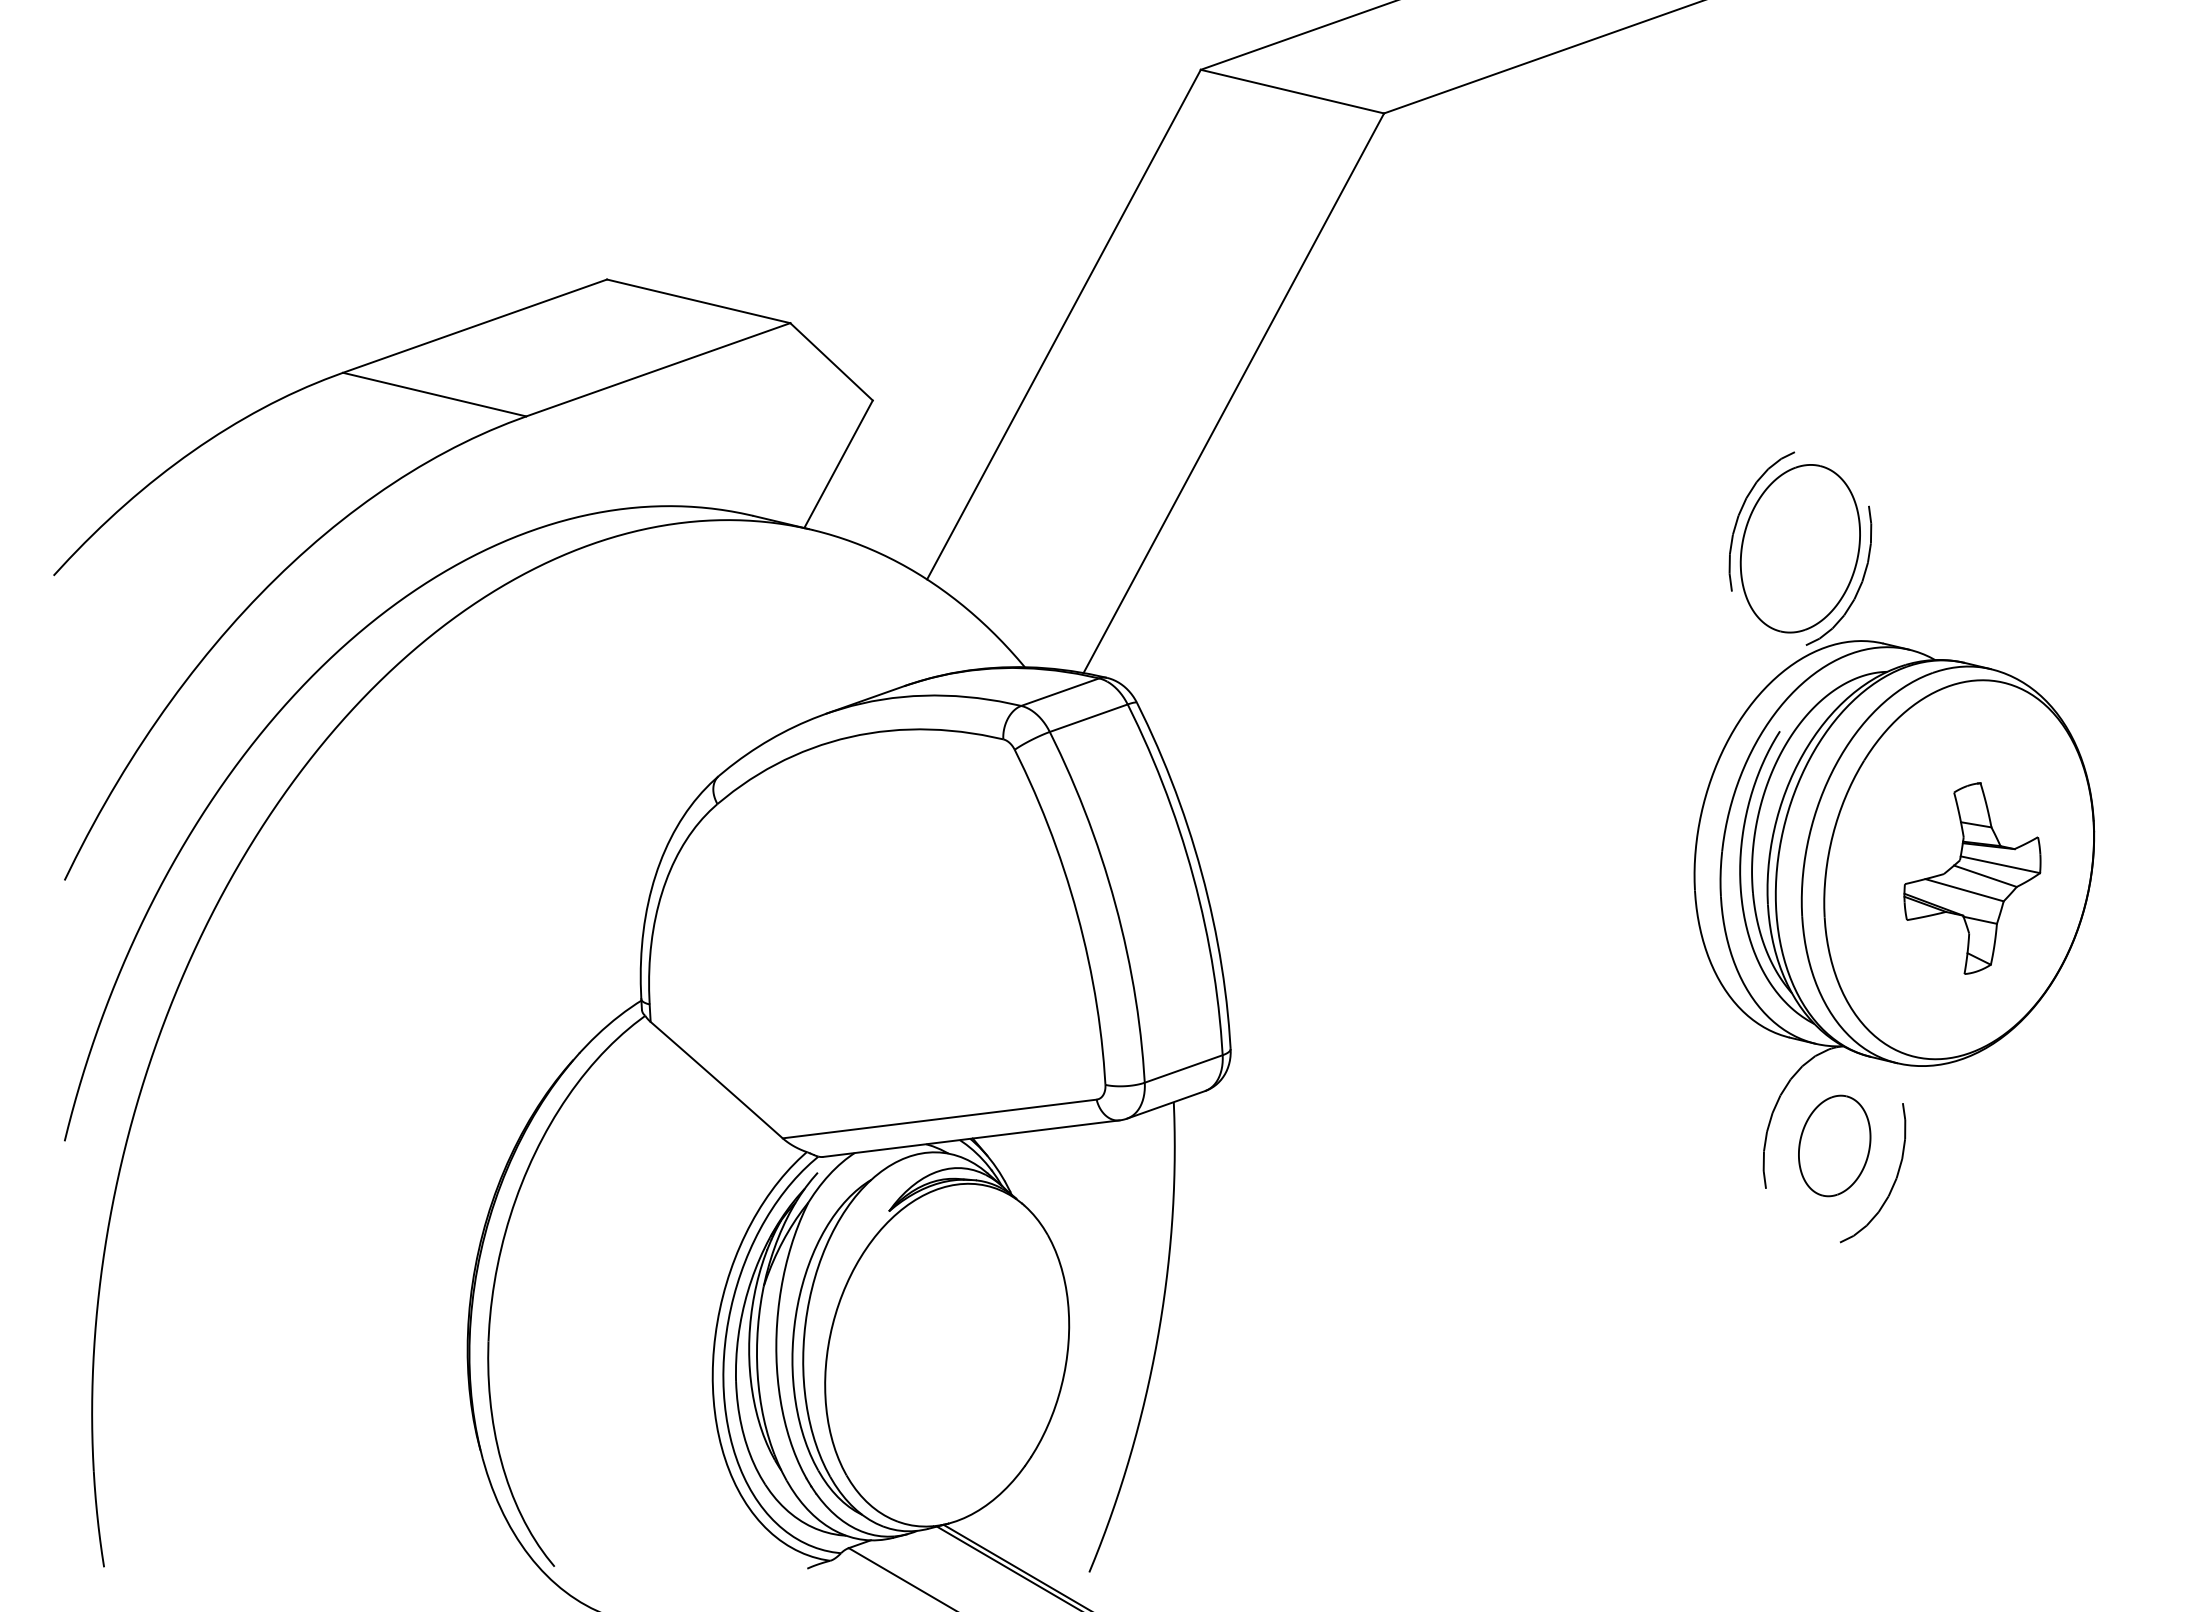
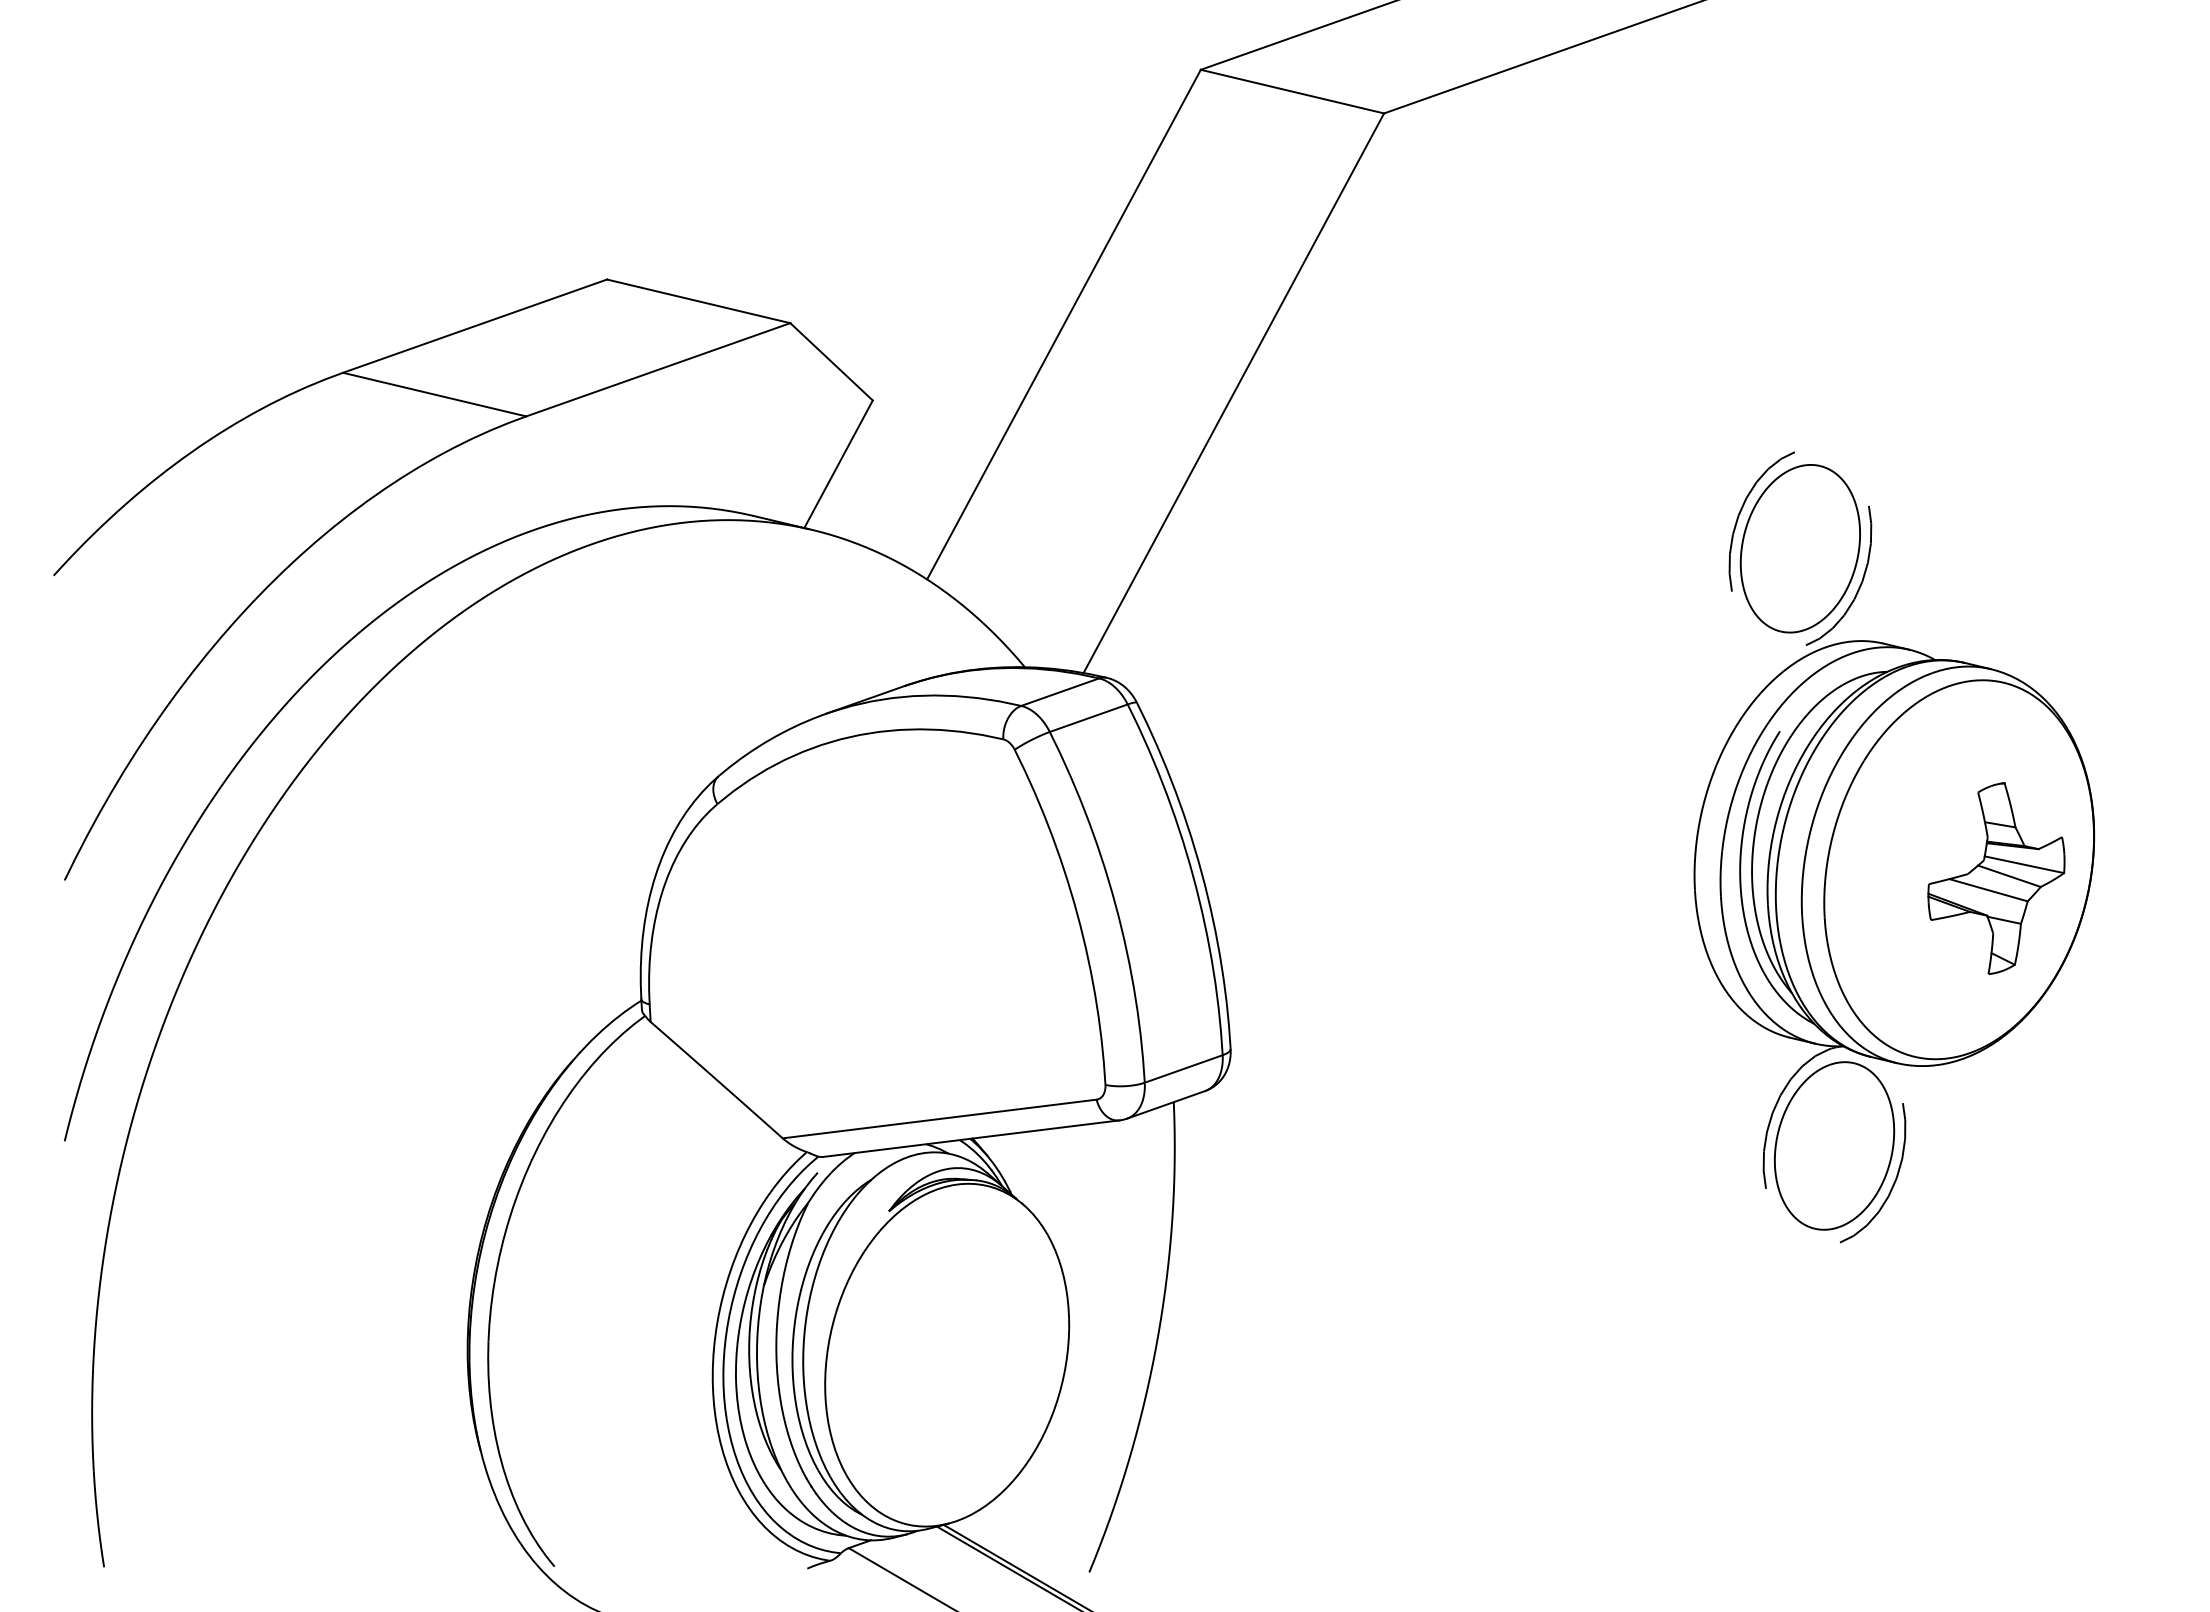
part at (1972, 878) position: (1972, 878) -> (1996, 878)
part at (1834, 1145) size: 74x104 px -> 122x170 px
